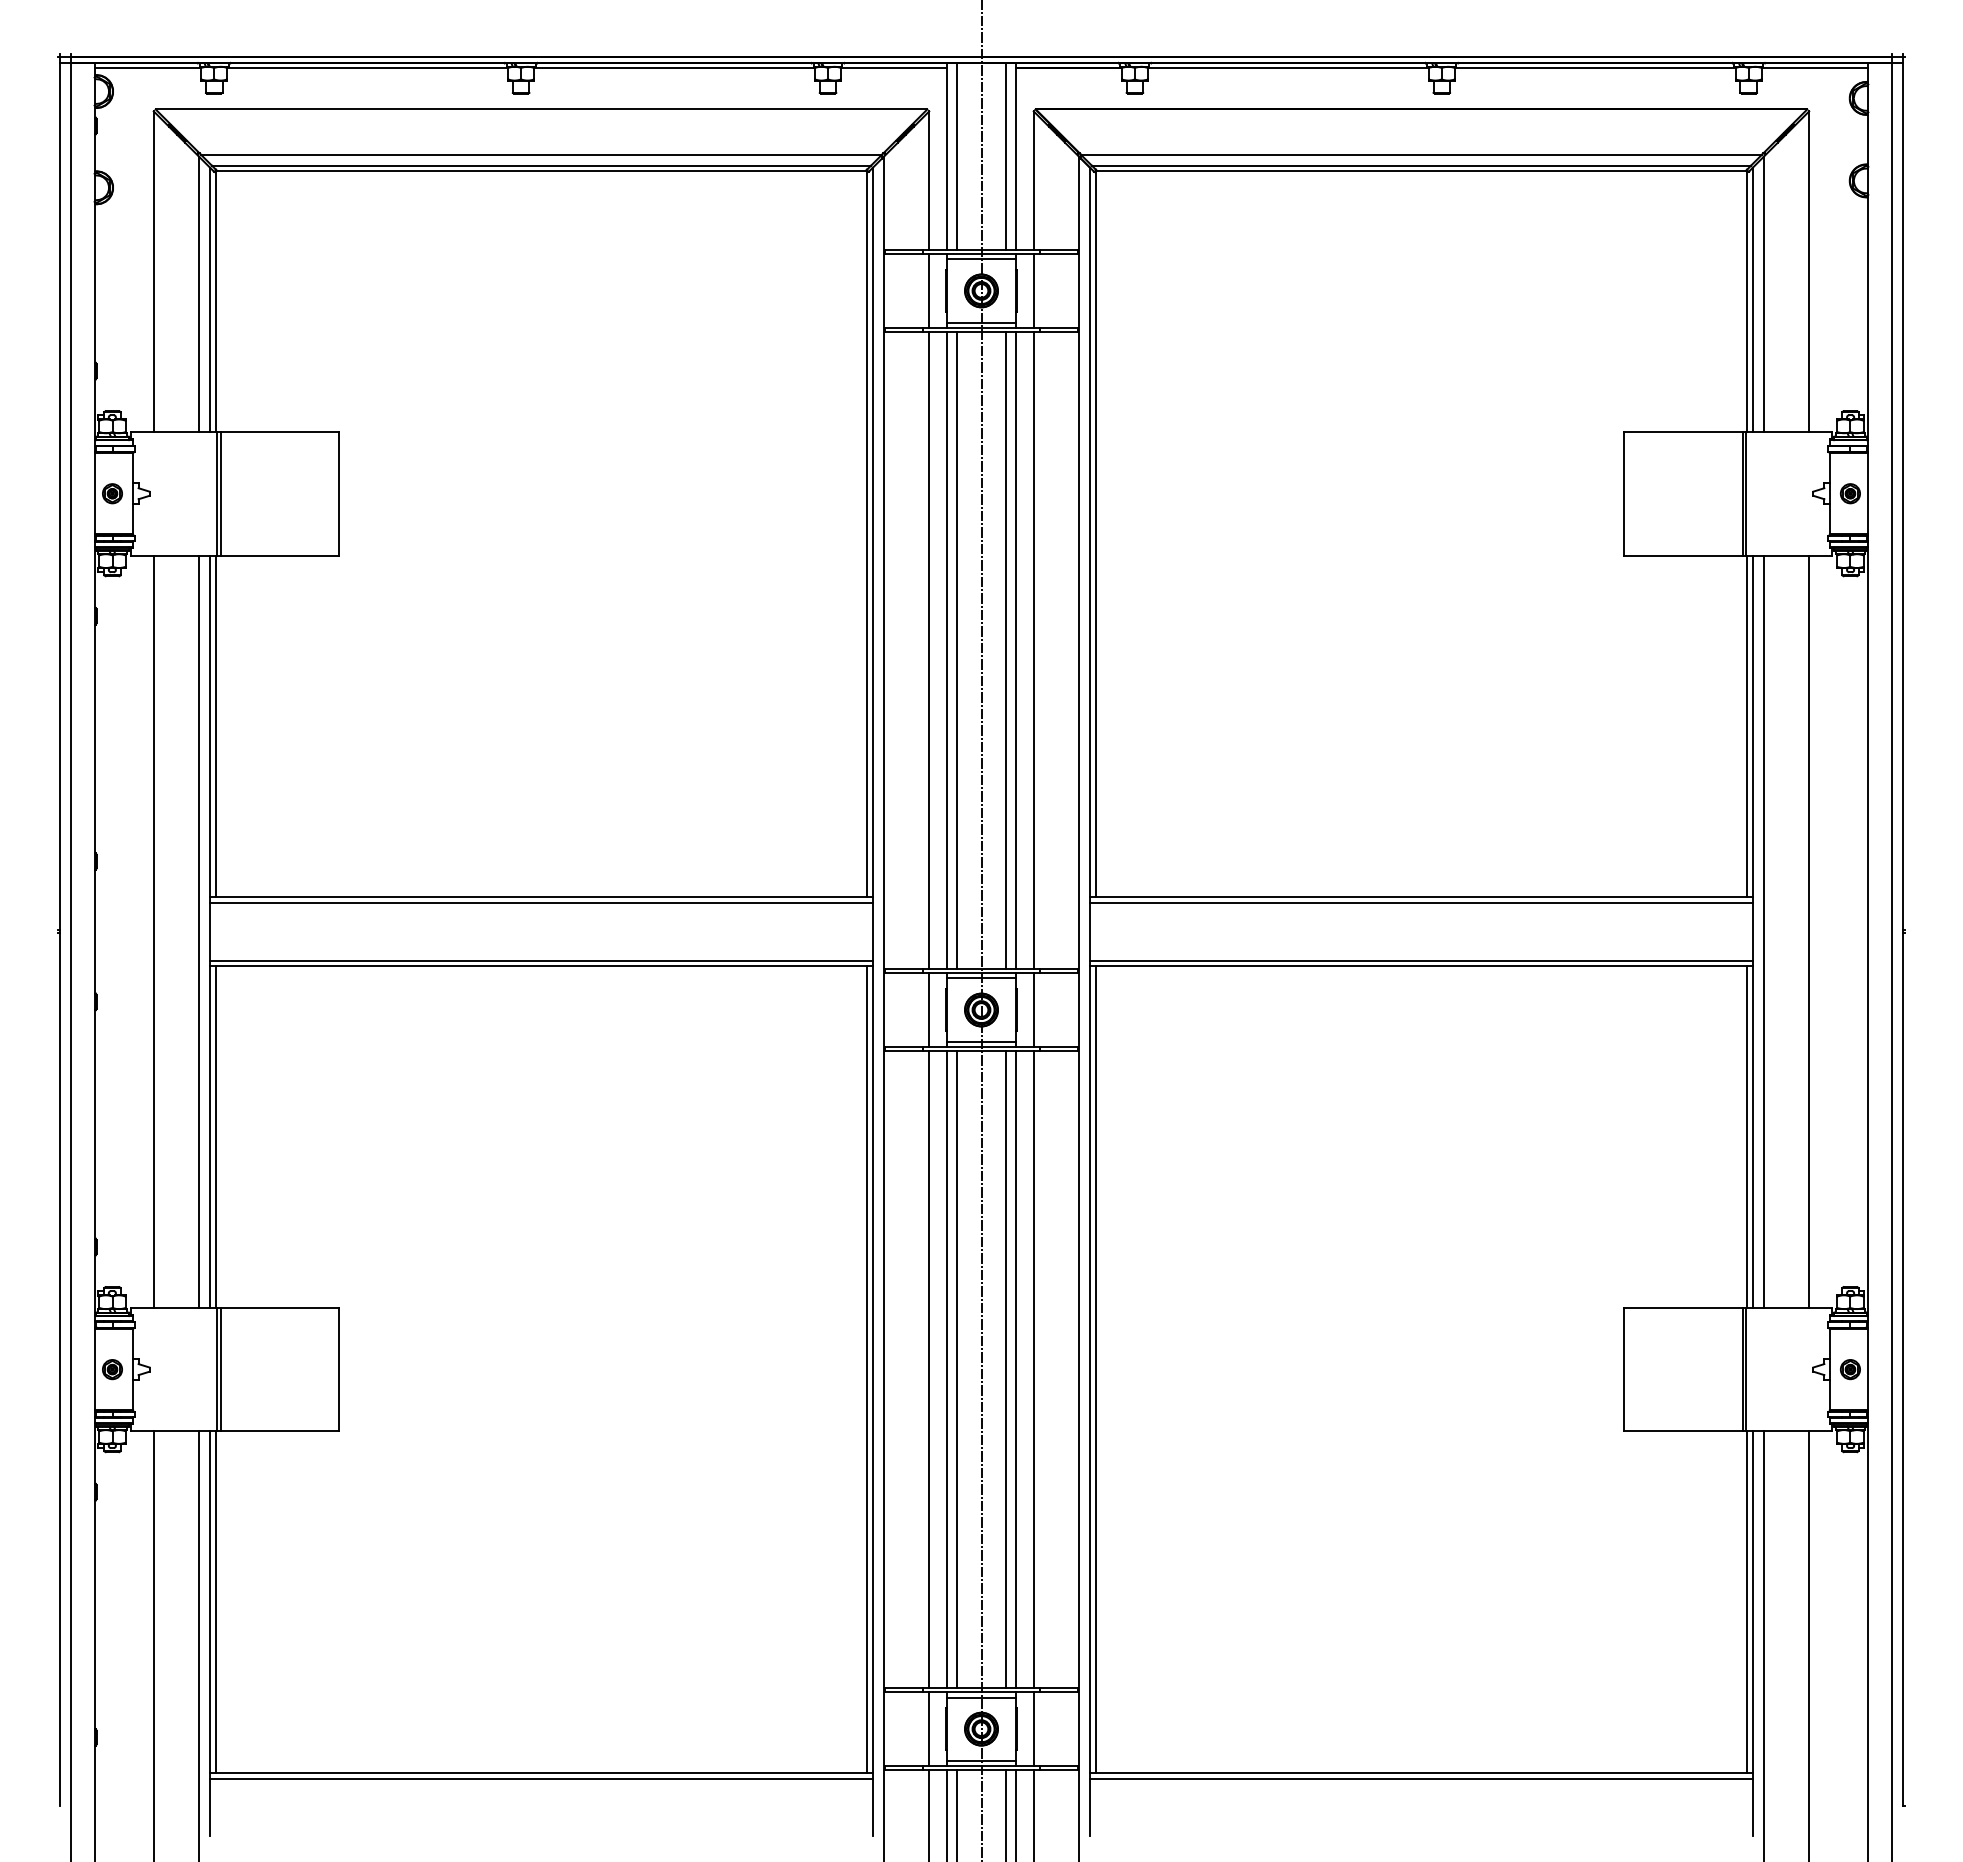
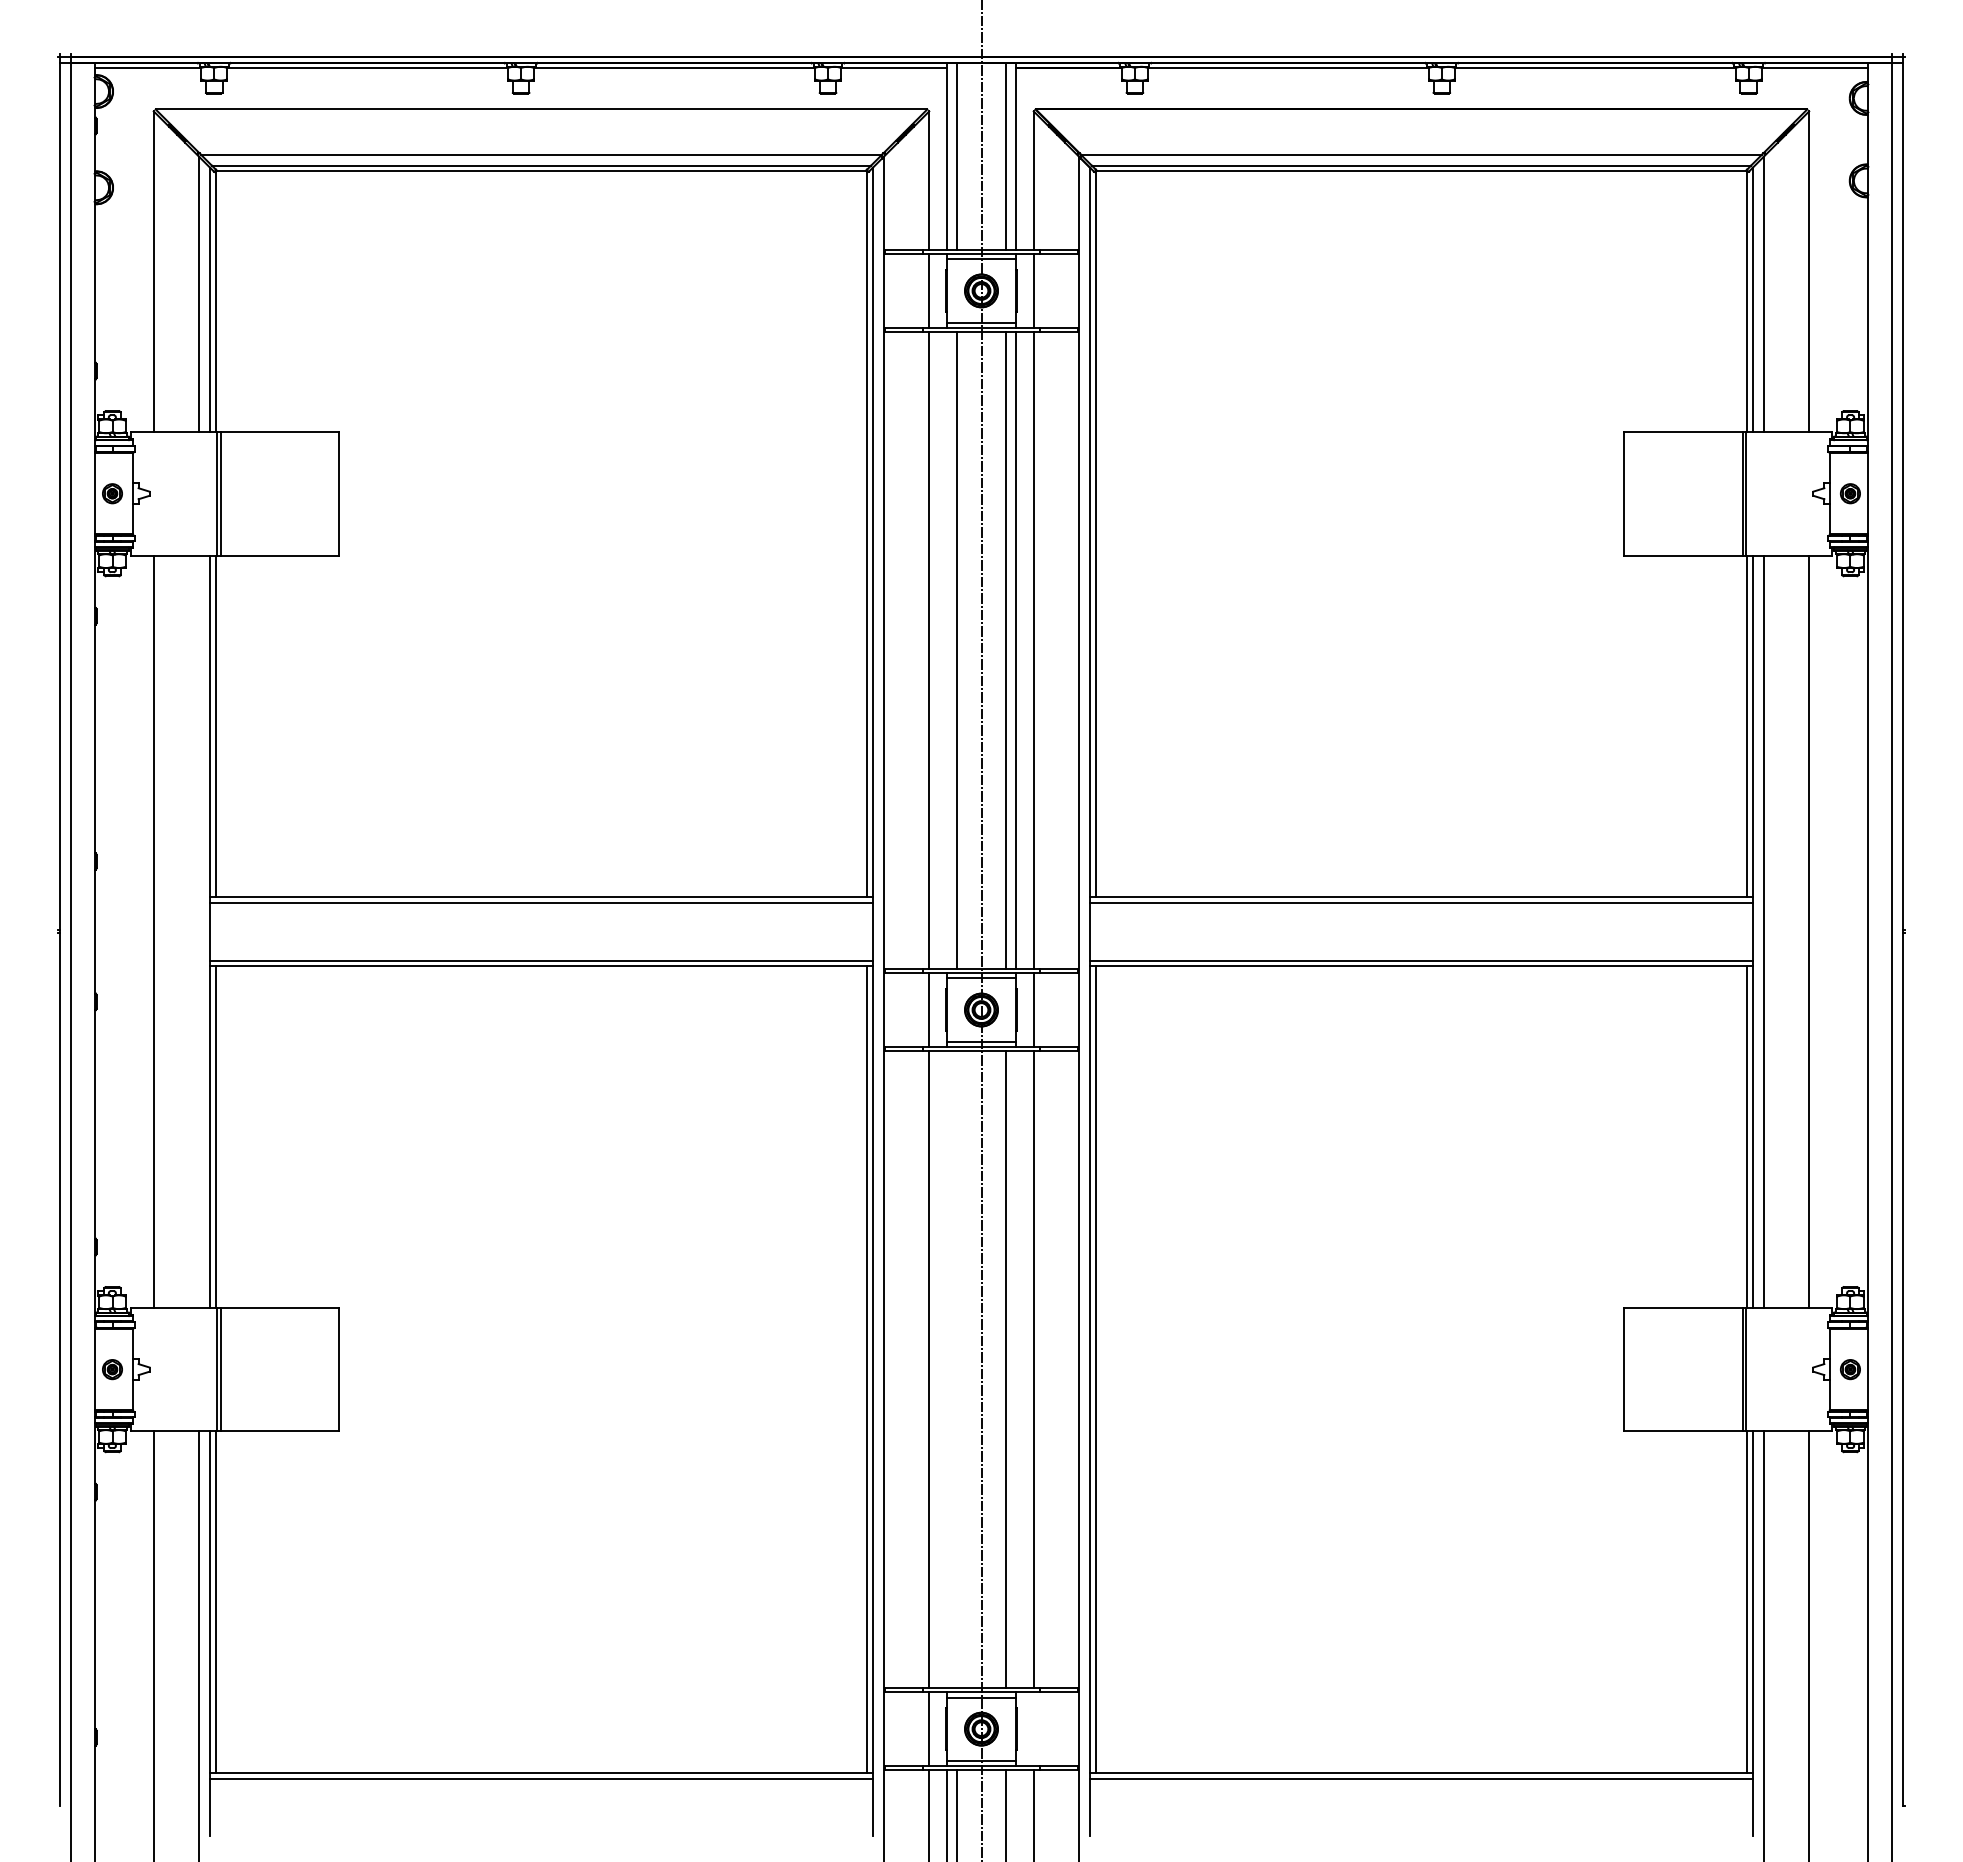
line at (947, 650): present -> none
line at (199, 931): present -> none
line at (947, 1369): present -> none
line at (956, 1369): present -> none
line at (1015, 1369): present -> none
line at (1033, 1729): present -> none
line at (1015, 1814): present -> none
